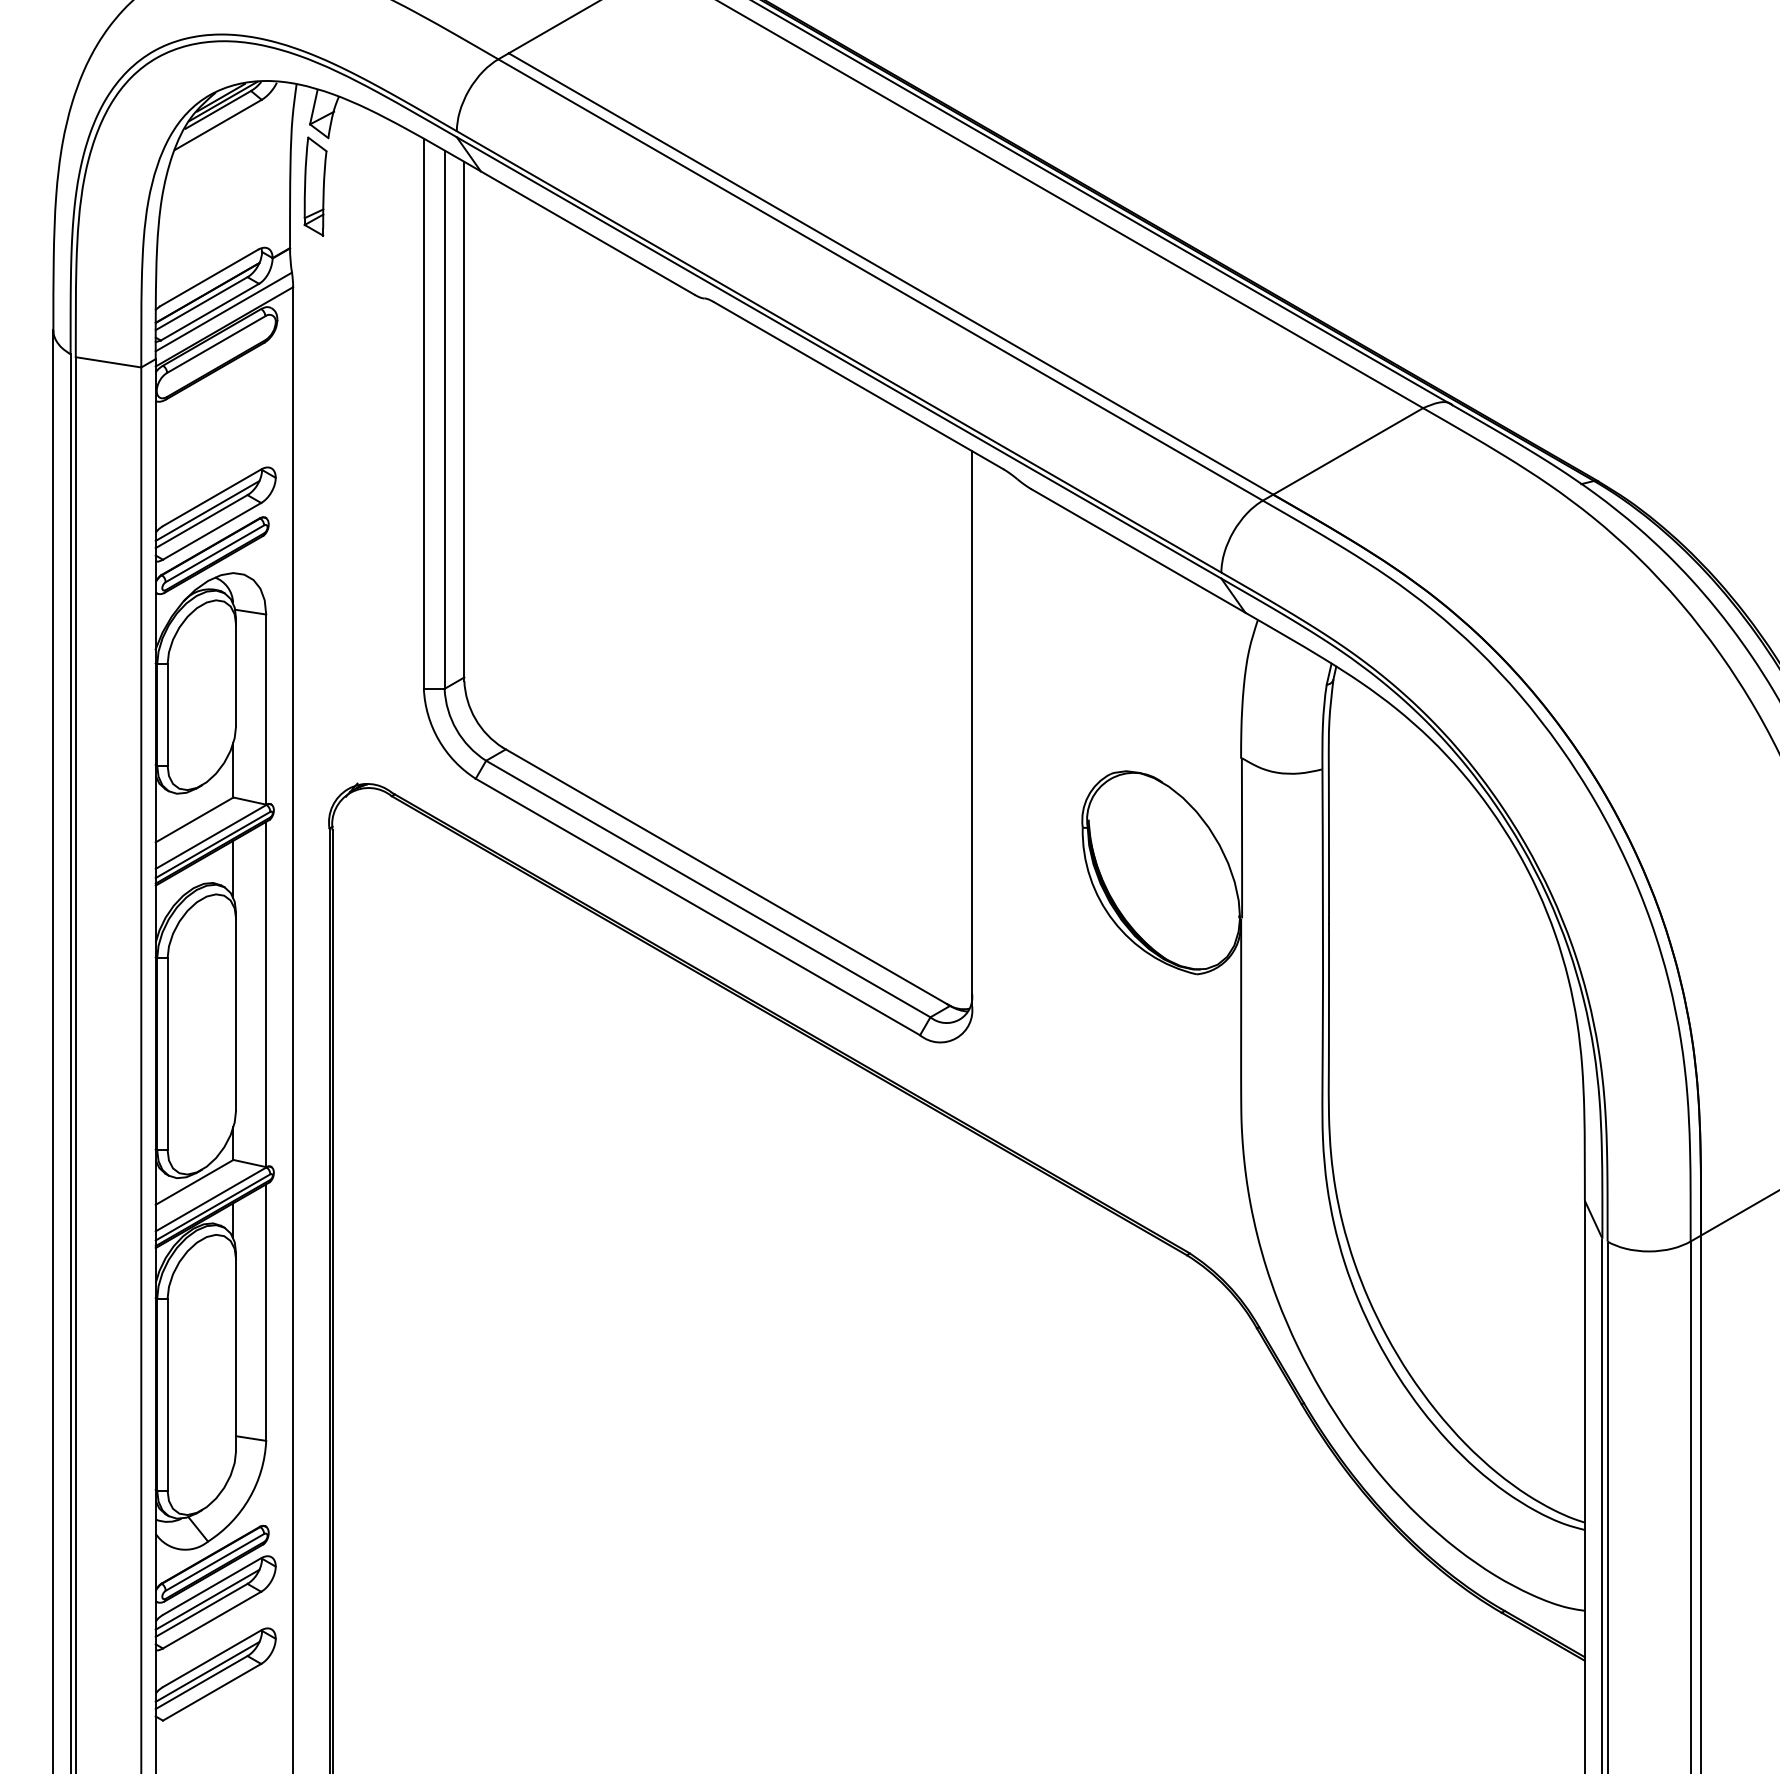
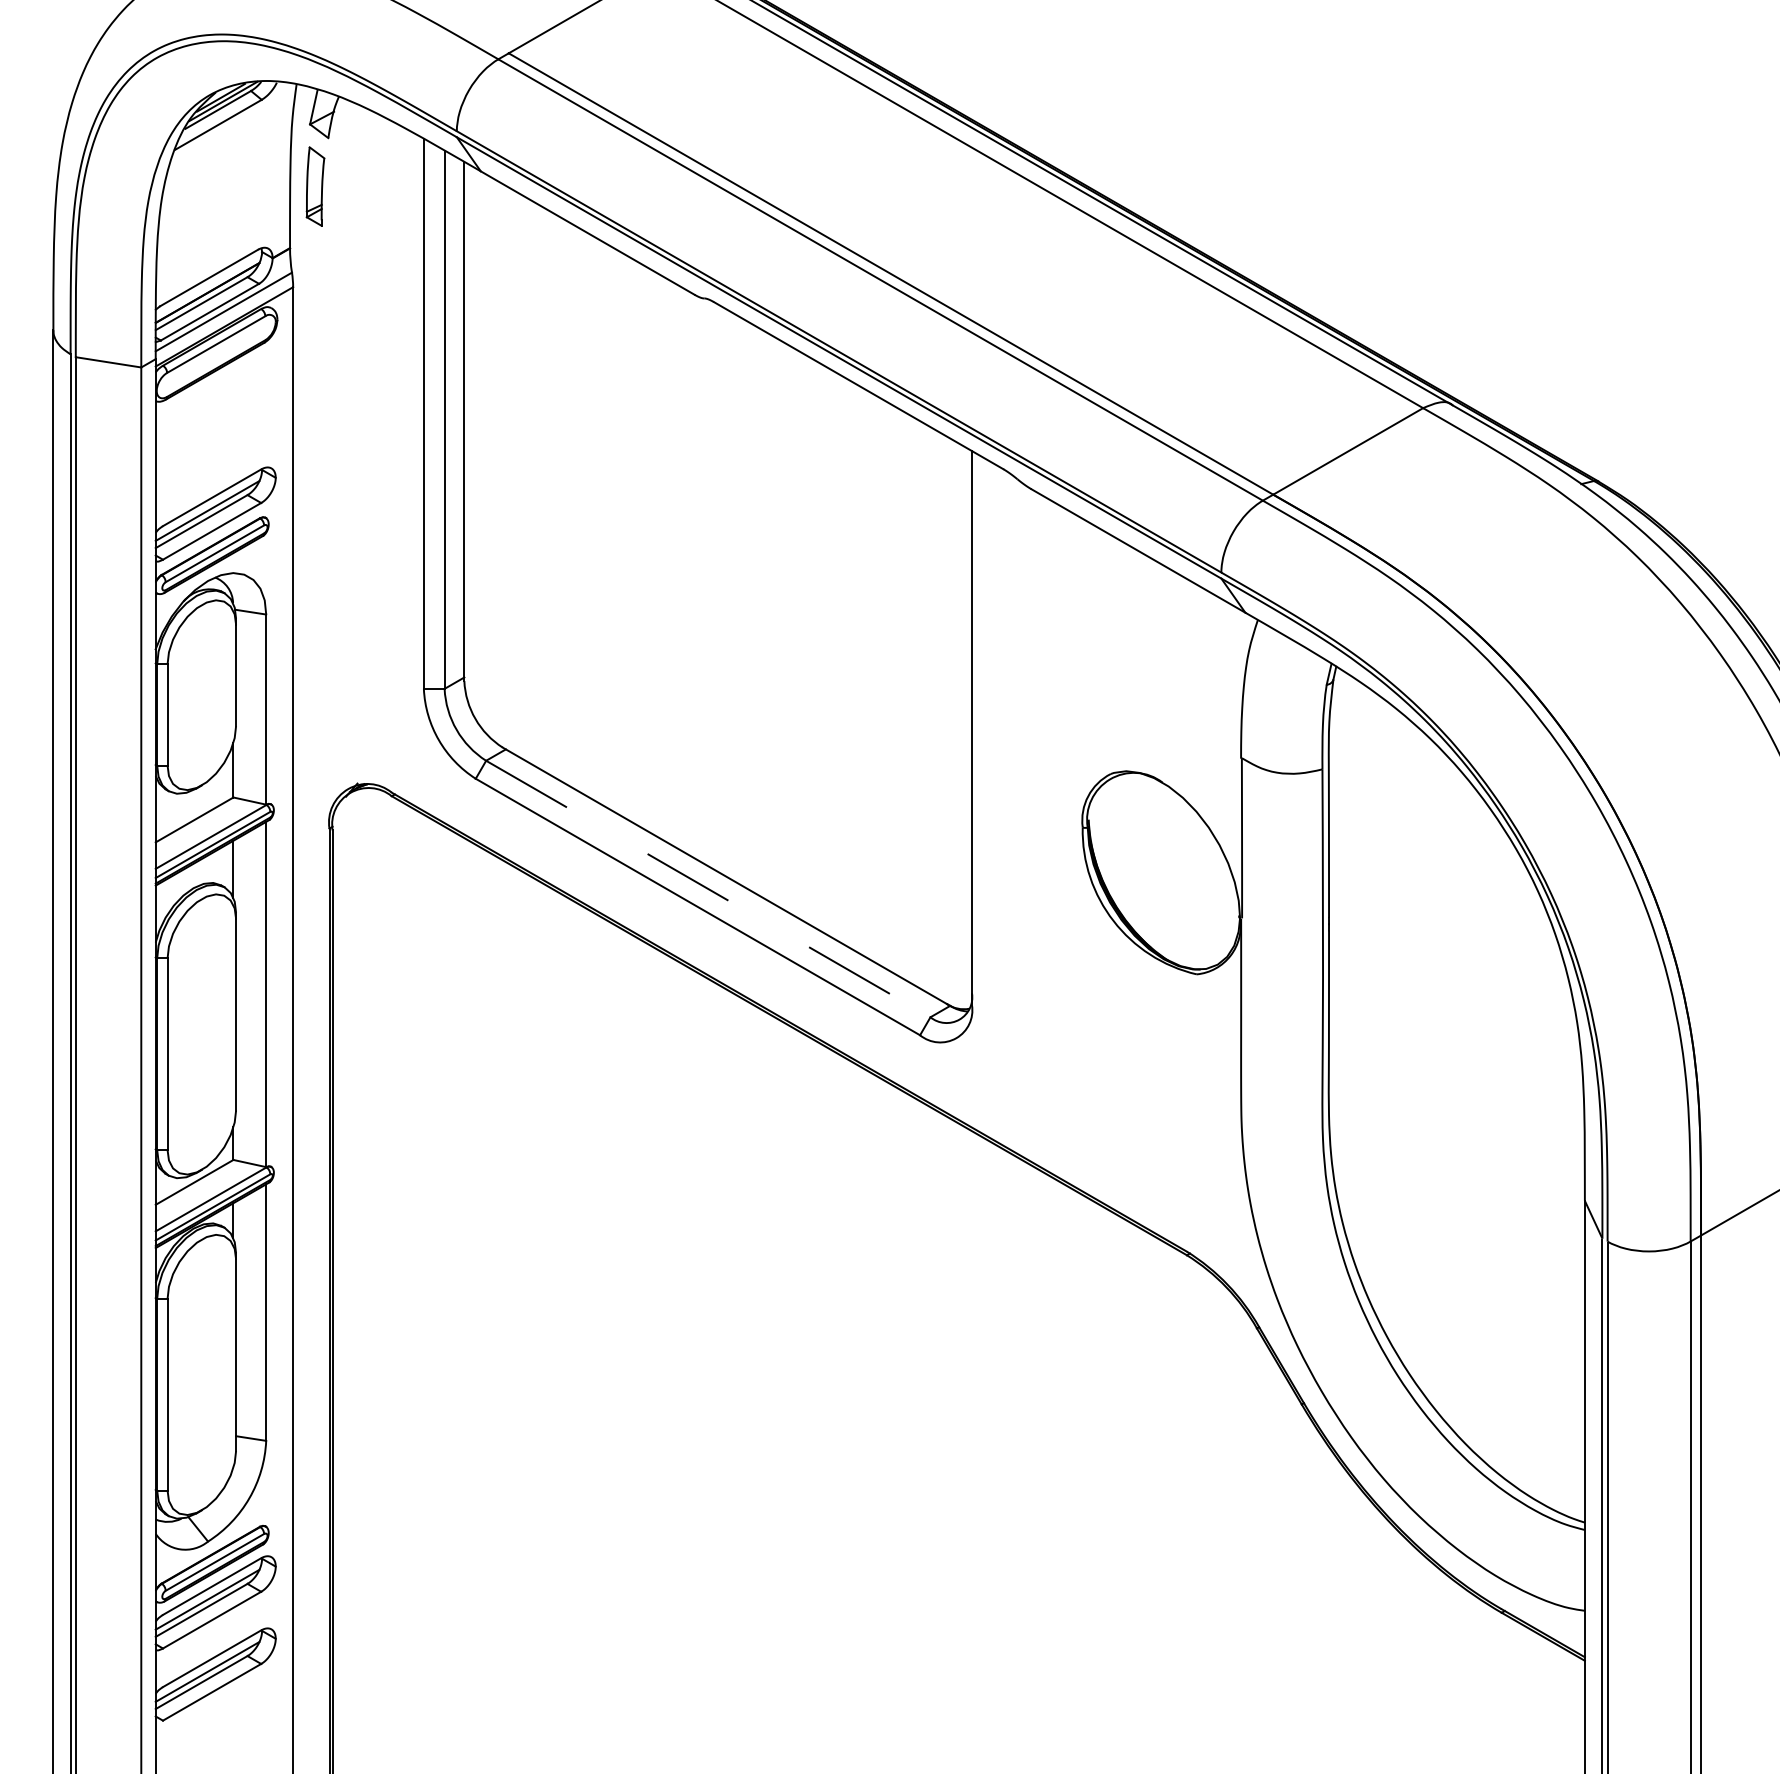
part at (315, 186) size: 25x101 px -> 21x81 px
line at (708, 889): solid -> dashed
